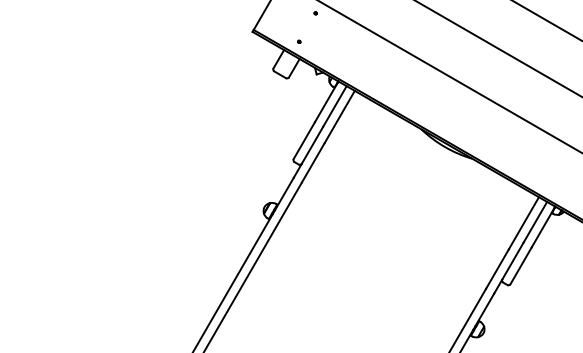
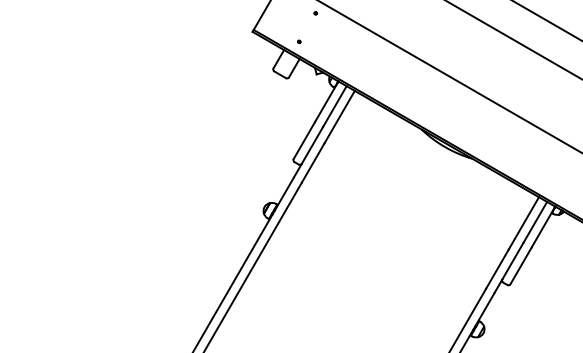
line at (498, 48) position: (498, 48) -> (513, 39)
